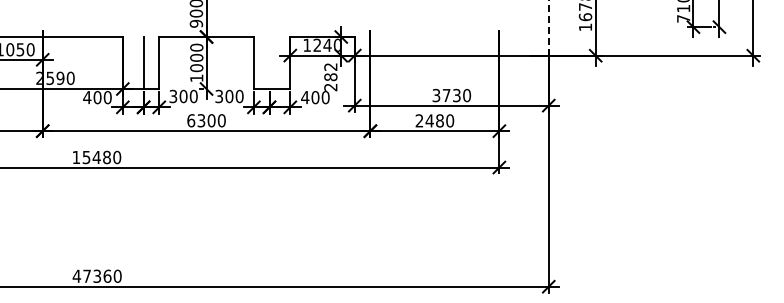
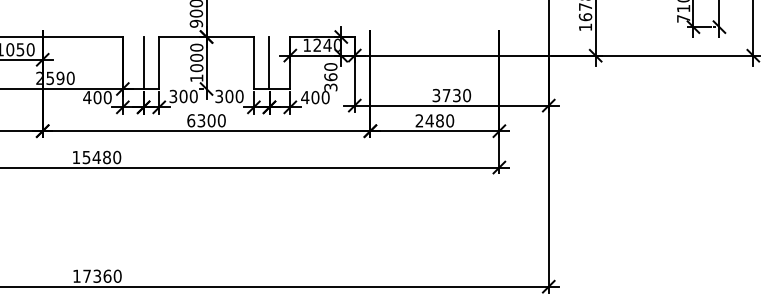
line at (548, 27): dashed -> solid
line at (269, 62): none -> present
text at (330, 77): 282 -> 360
text at (76, 275): 47360 -> 17360
